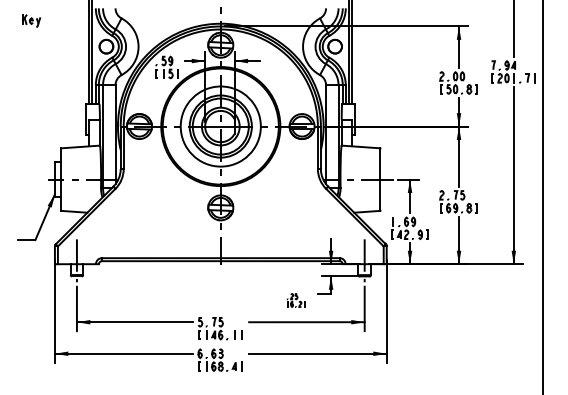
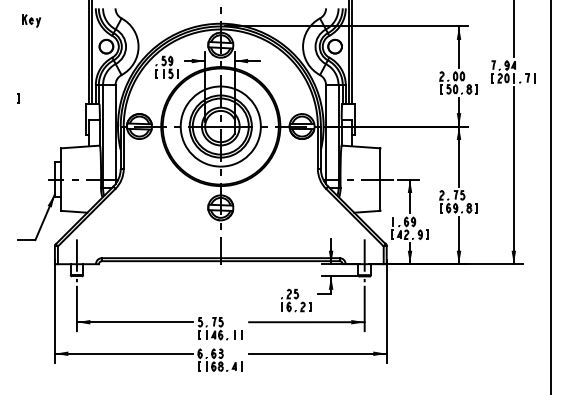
line at (18, 98): none -> present
line at (542, 196) position: (542, 196) -> (550, 196)
part at (295, 300) size: 20x15 px -> 31x25 px
